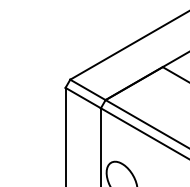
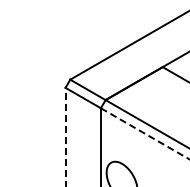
line at (145, 133): solid -> dashed
line at (65, 136): solid -> dashed
